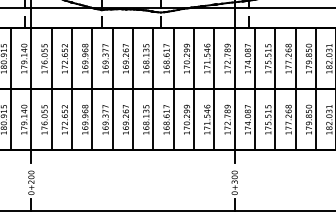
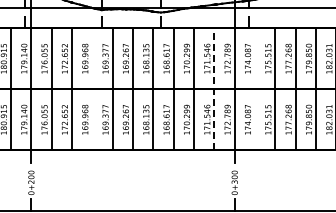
line at (214, 88): solid -> dashed
line at (92, 89): present -> none
line at (255, 89): present -> none
